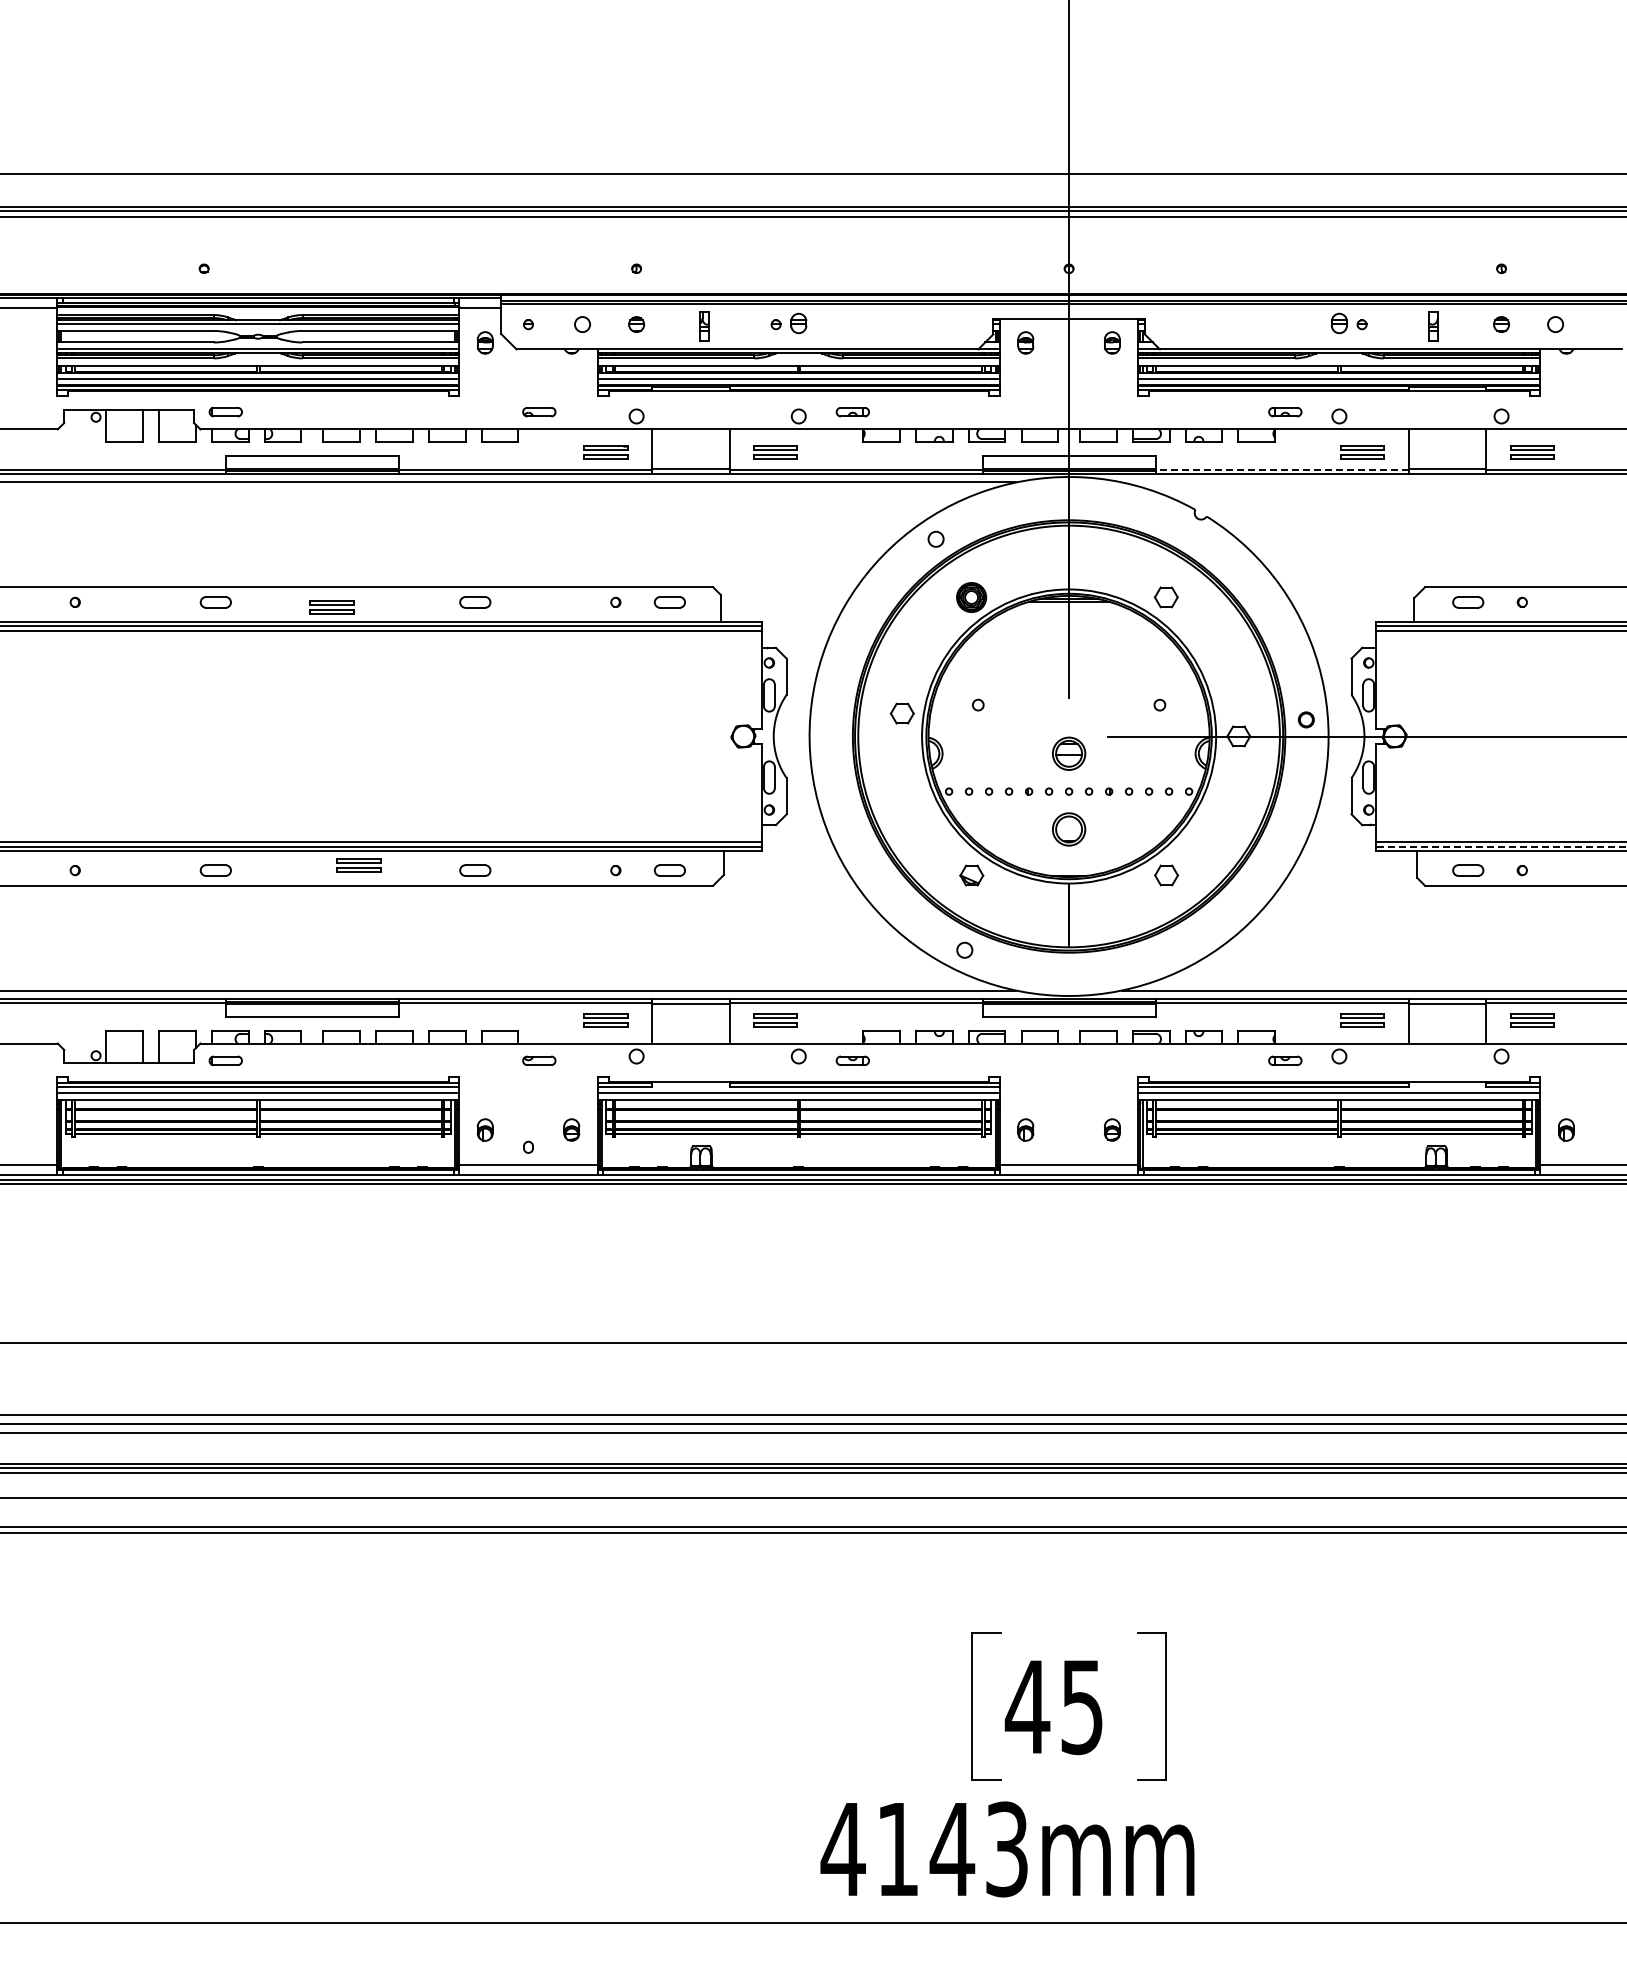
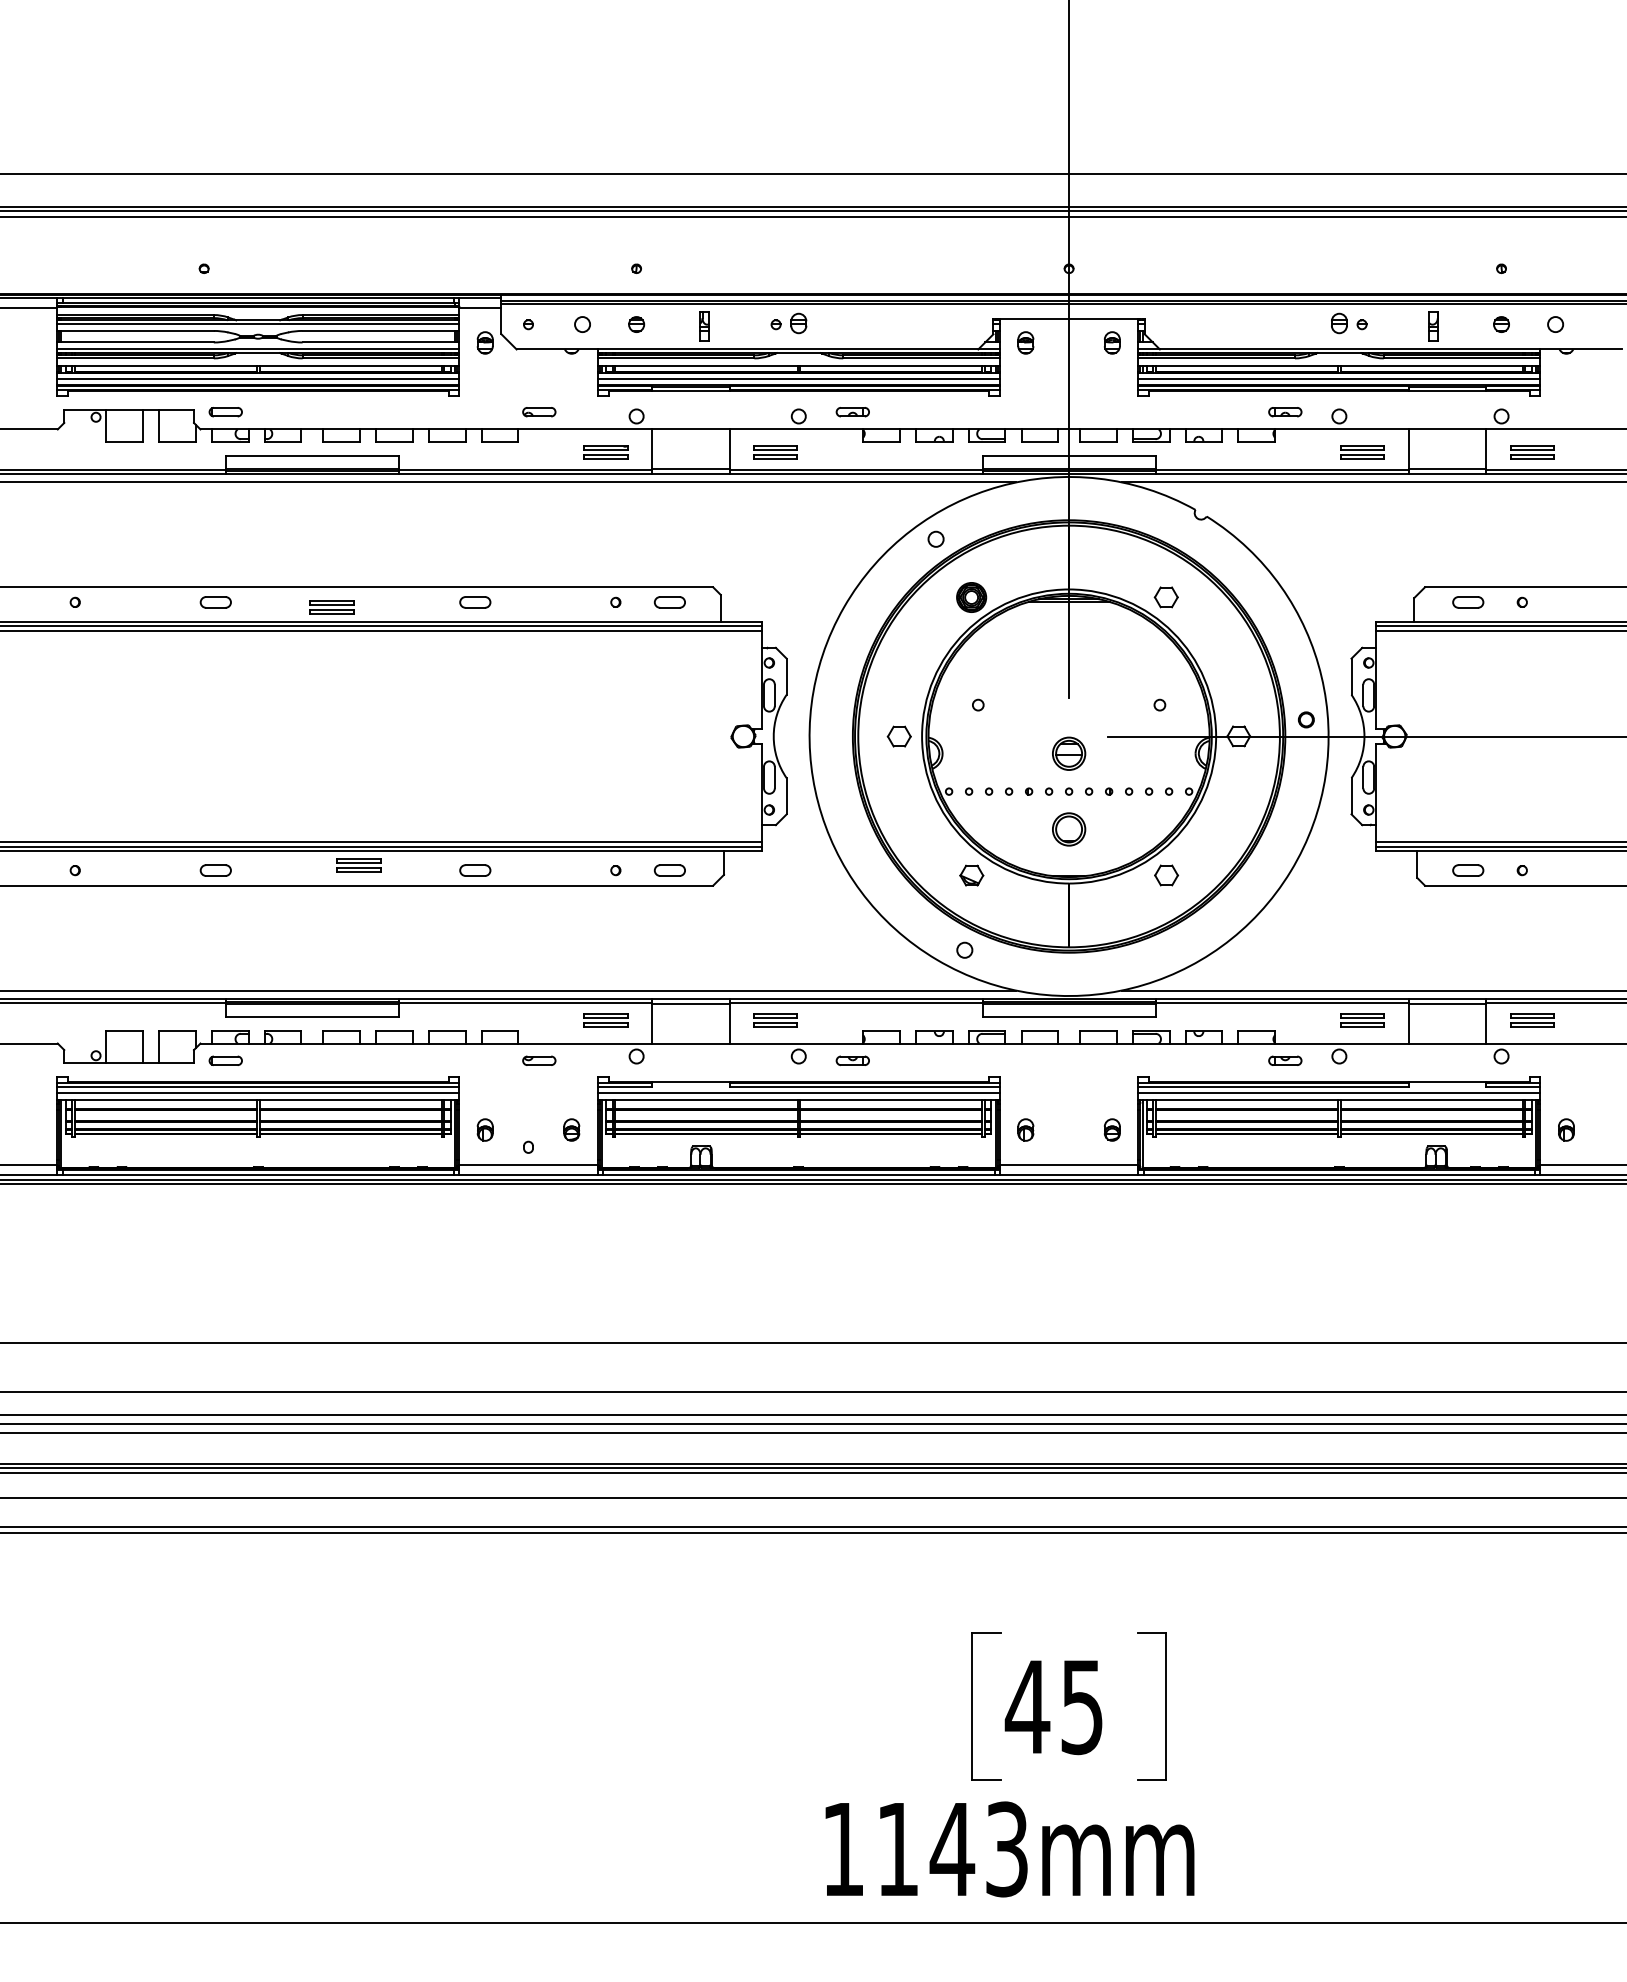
line at (1282, 469): dashed -> solid
line at (1372, 482): none -> present
part at (901, 713) position: (901, 713) -> (898, 736)
line at (1501, 846): dashed -> solid
line at (812, 1391): none -> present
text at (842, 1849): 4143mm -> 1143mm
